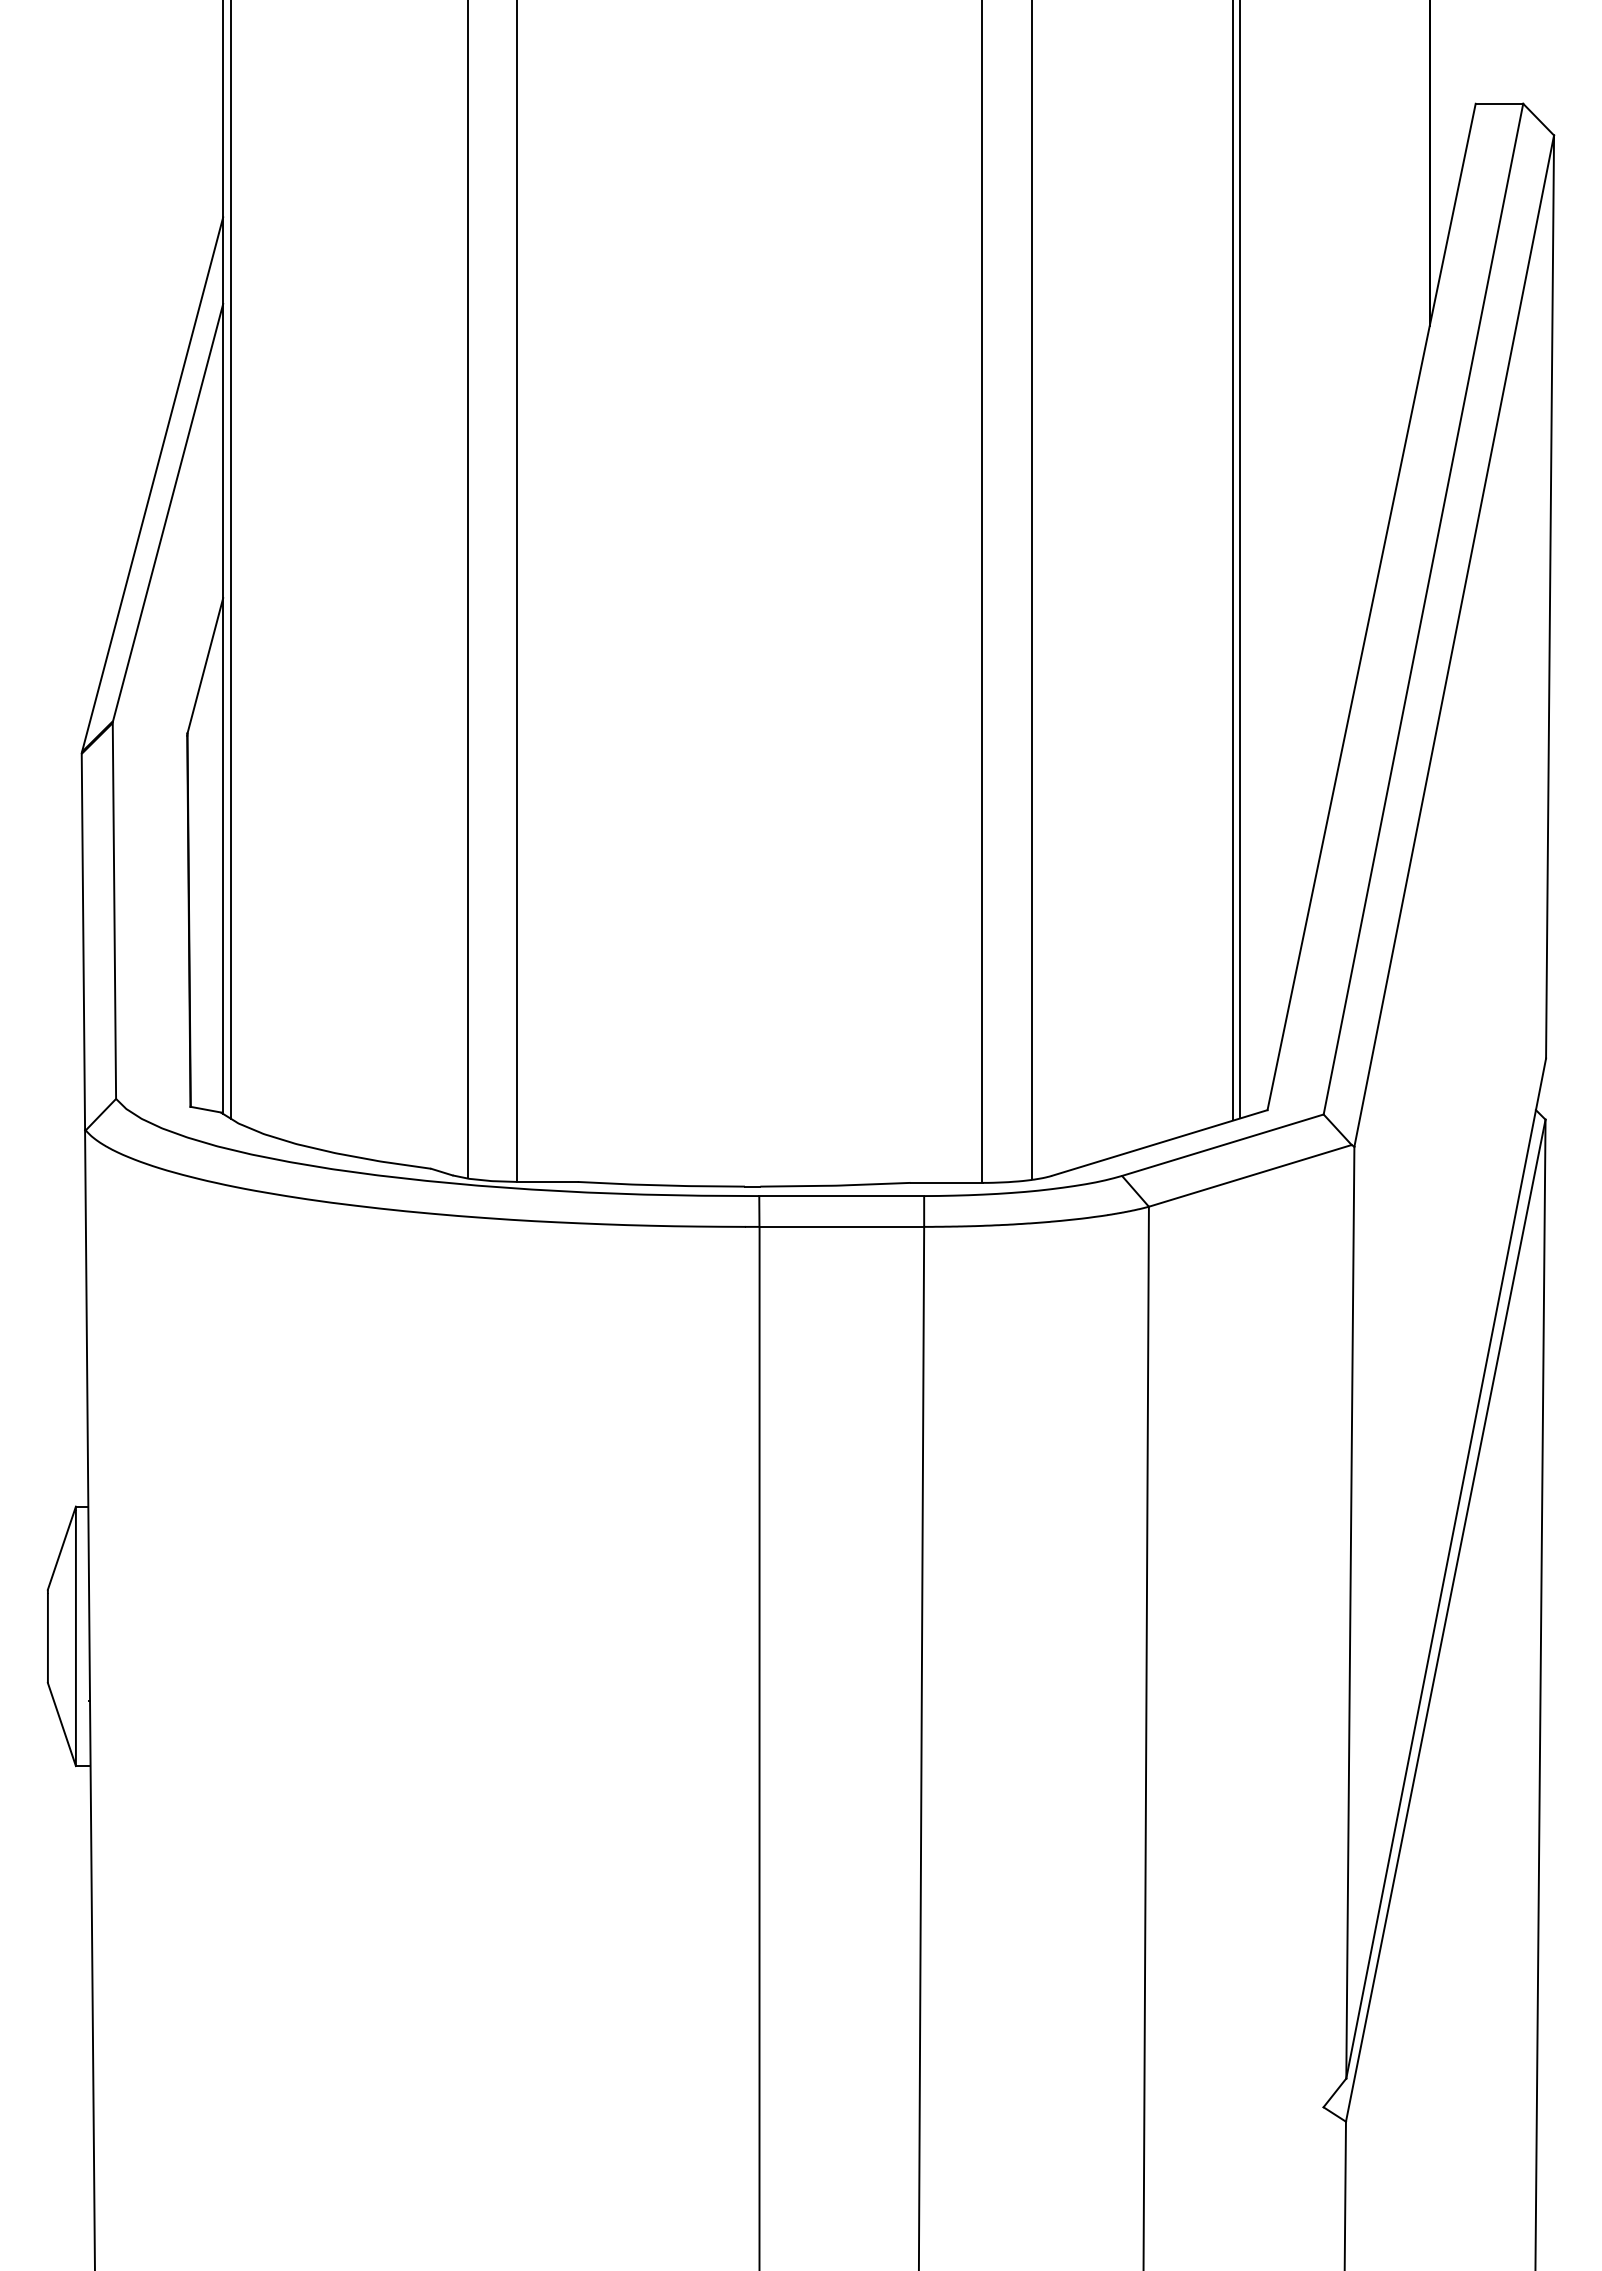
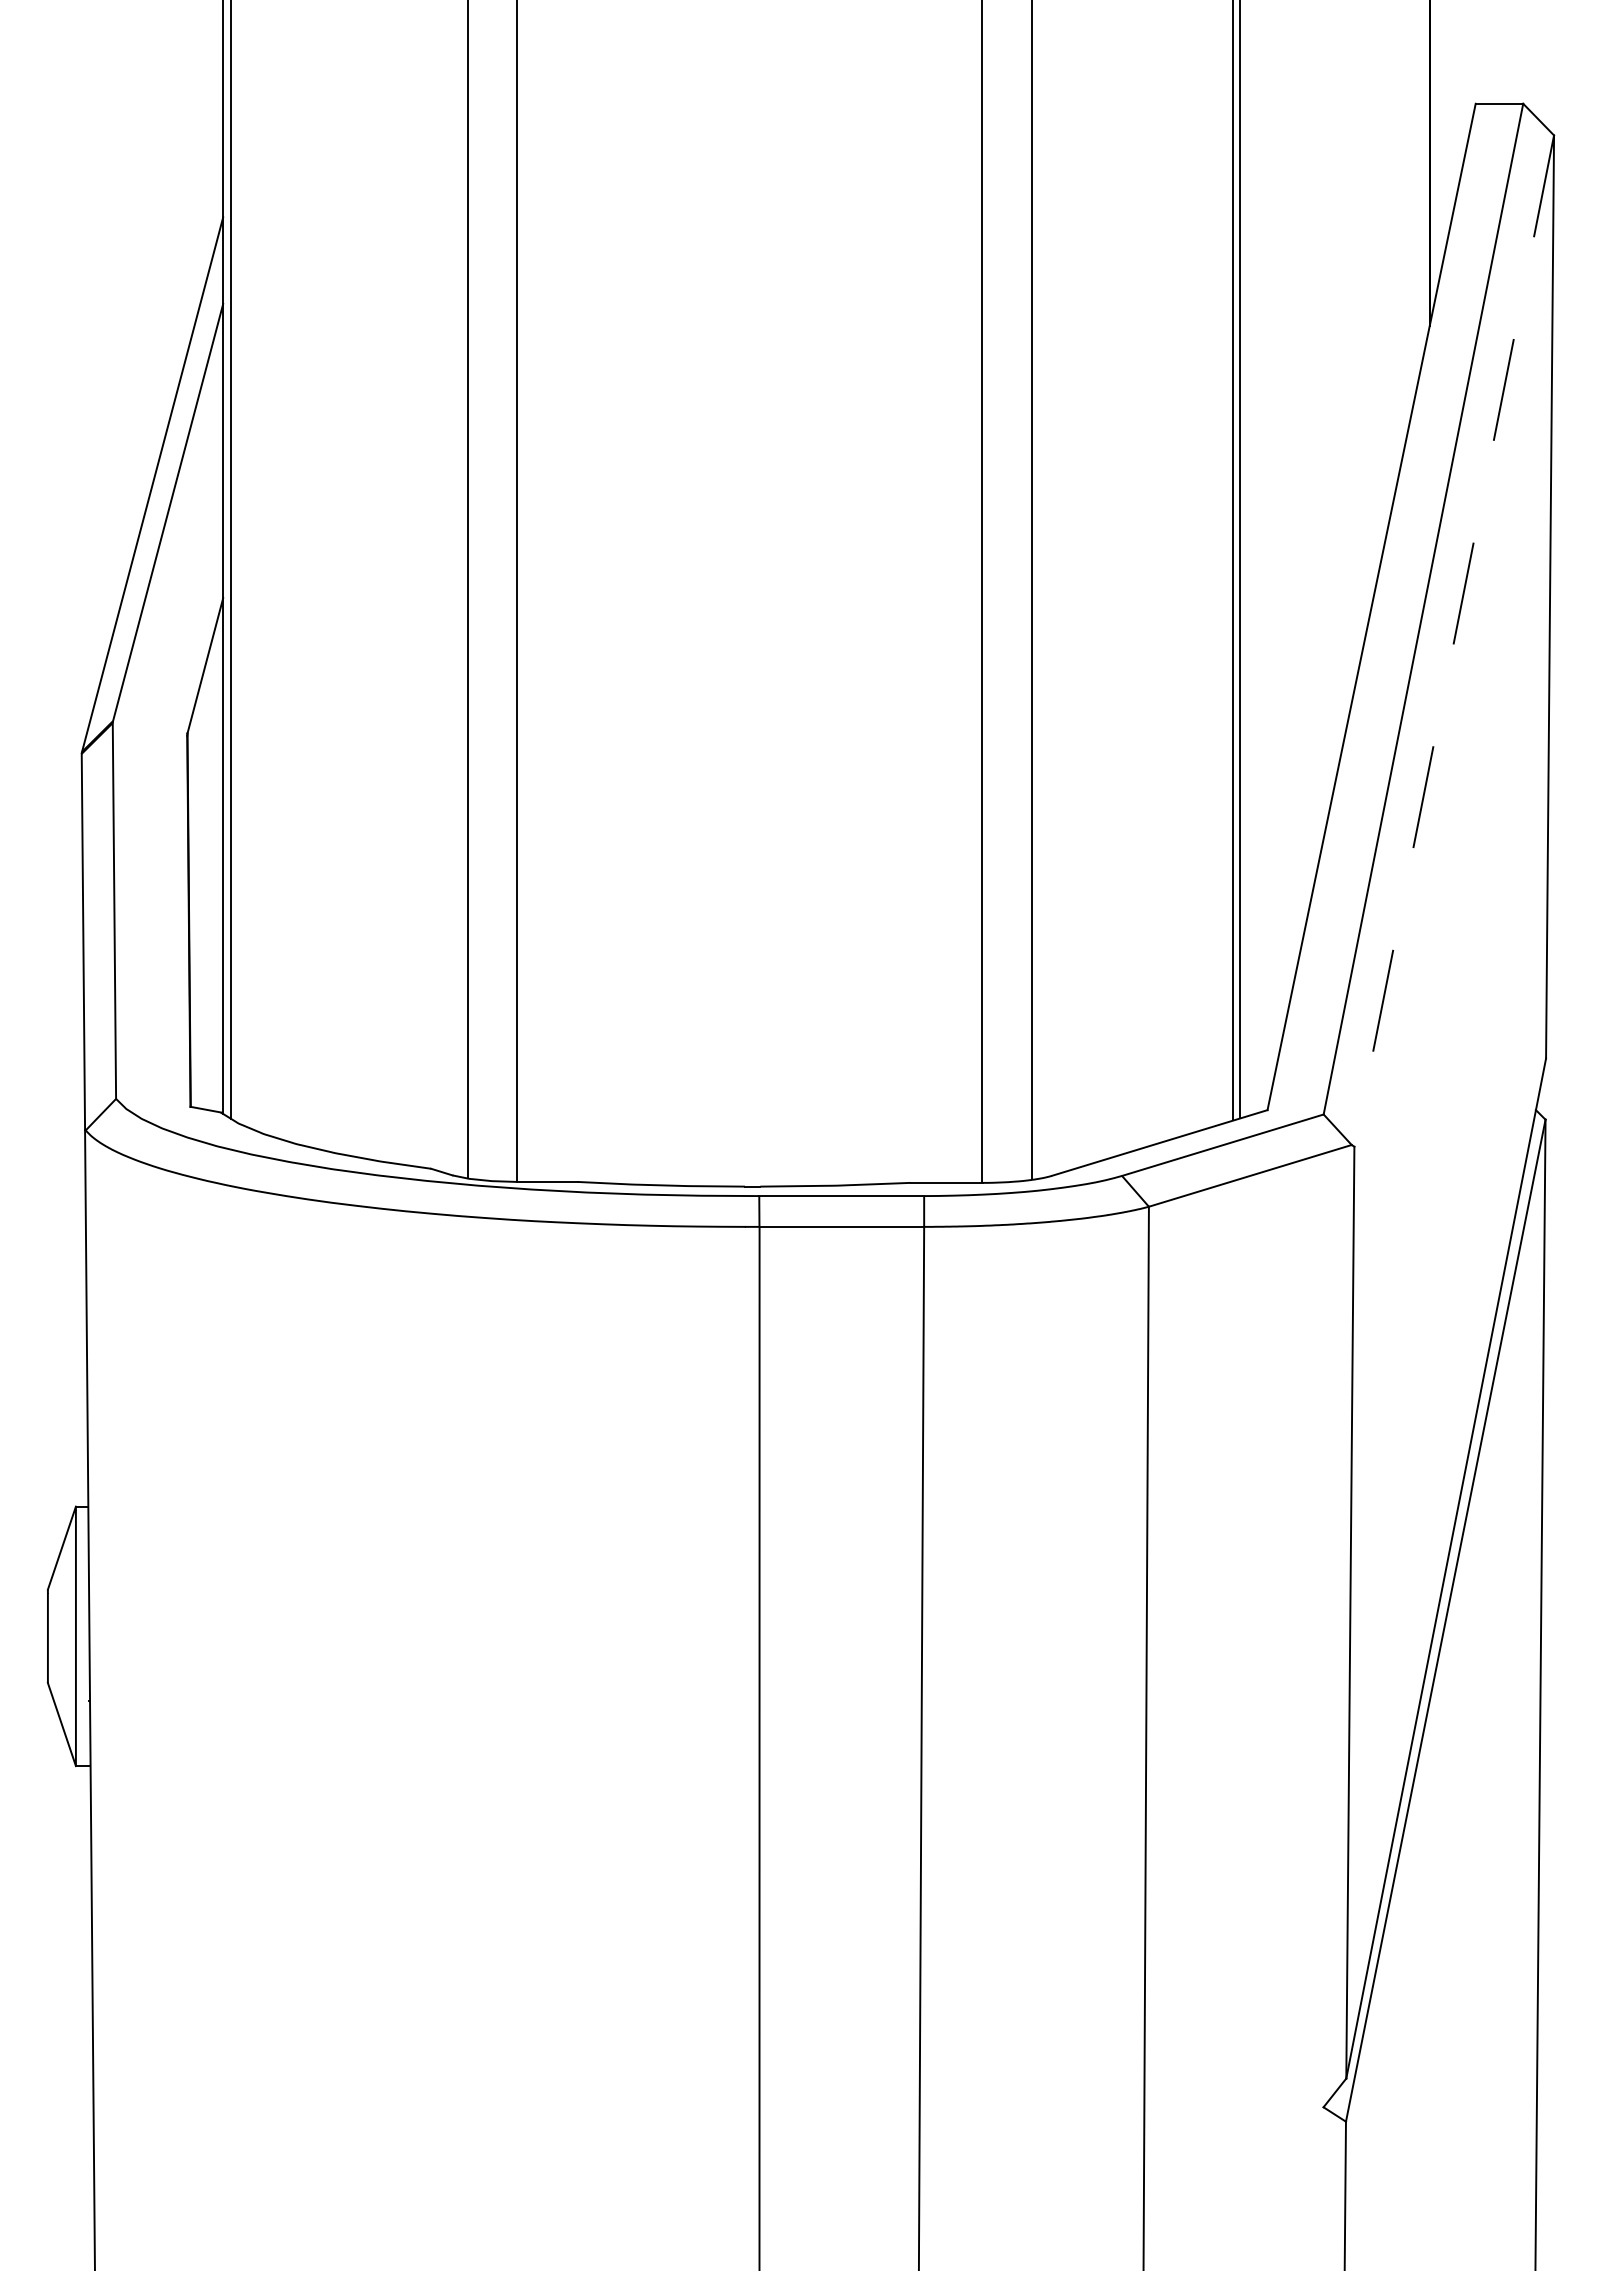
line at (1454, 641): solid -> dashed
